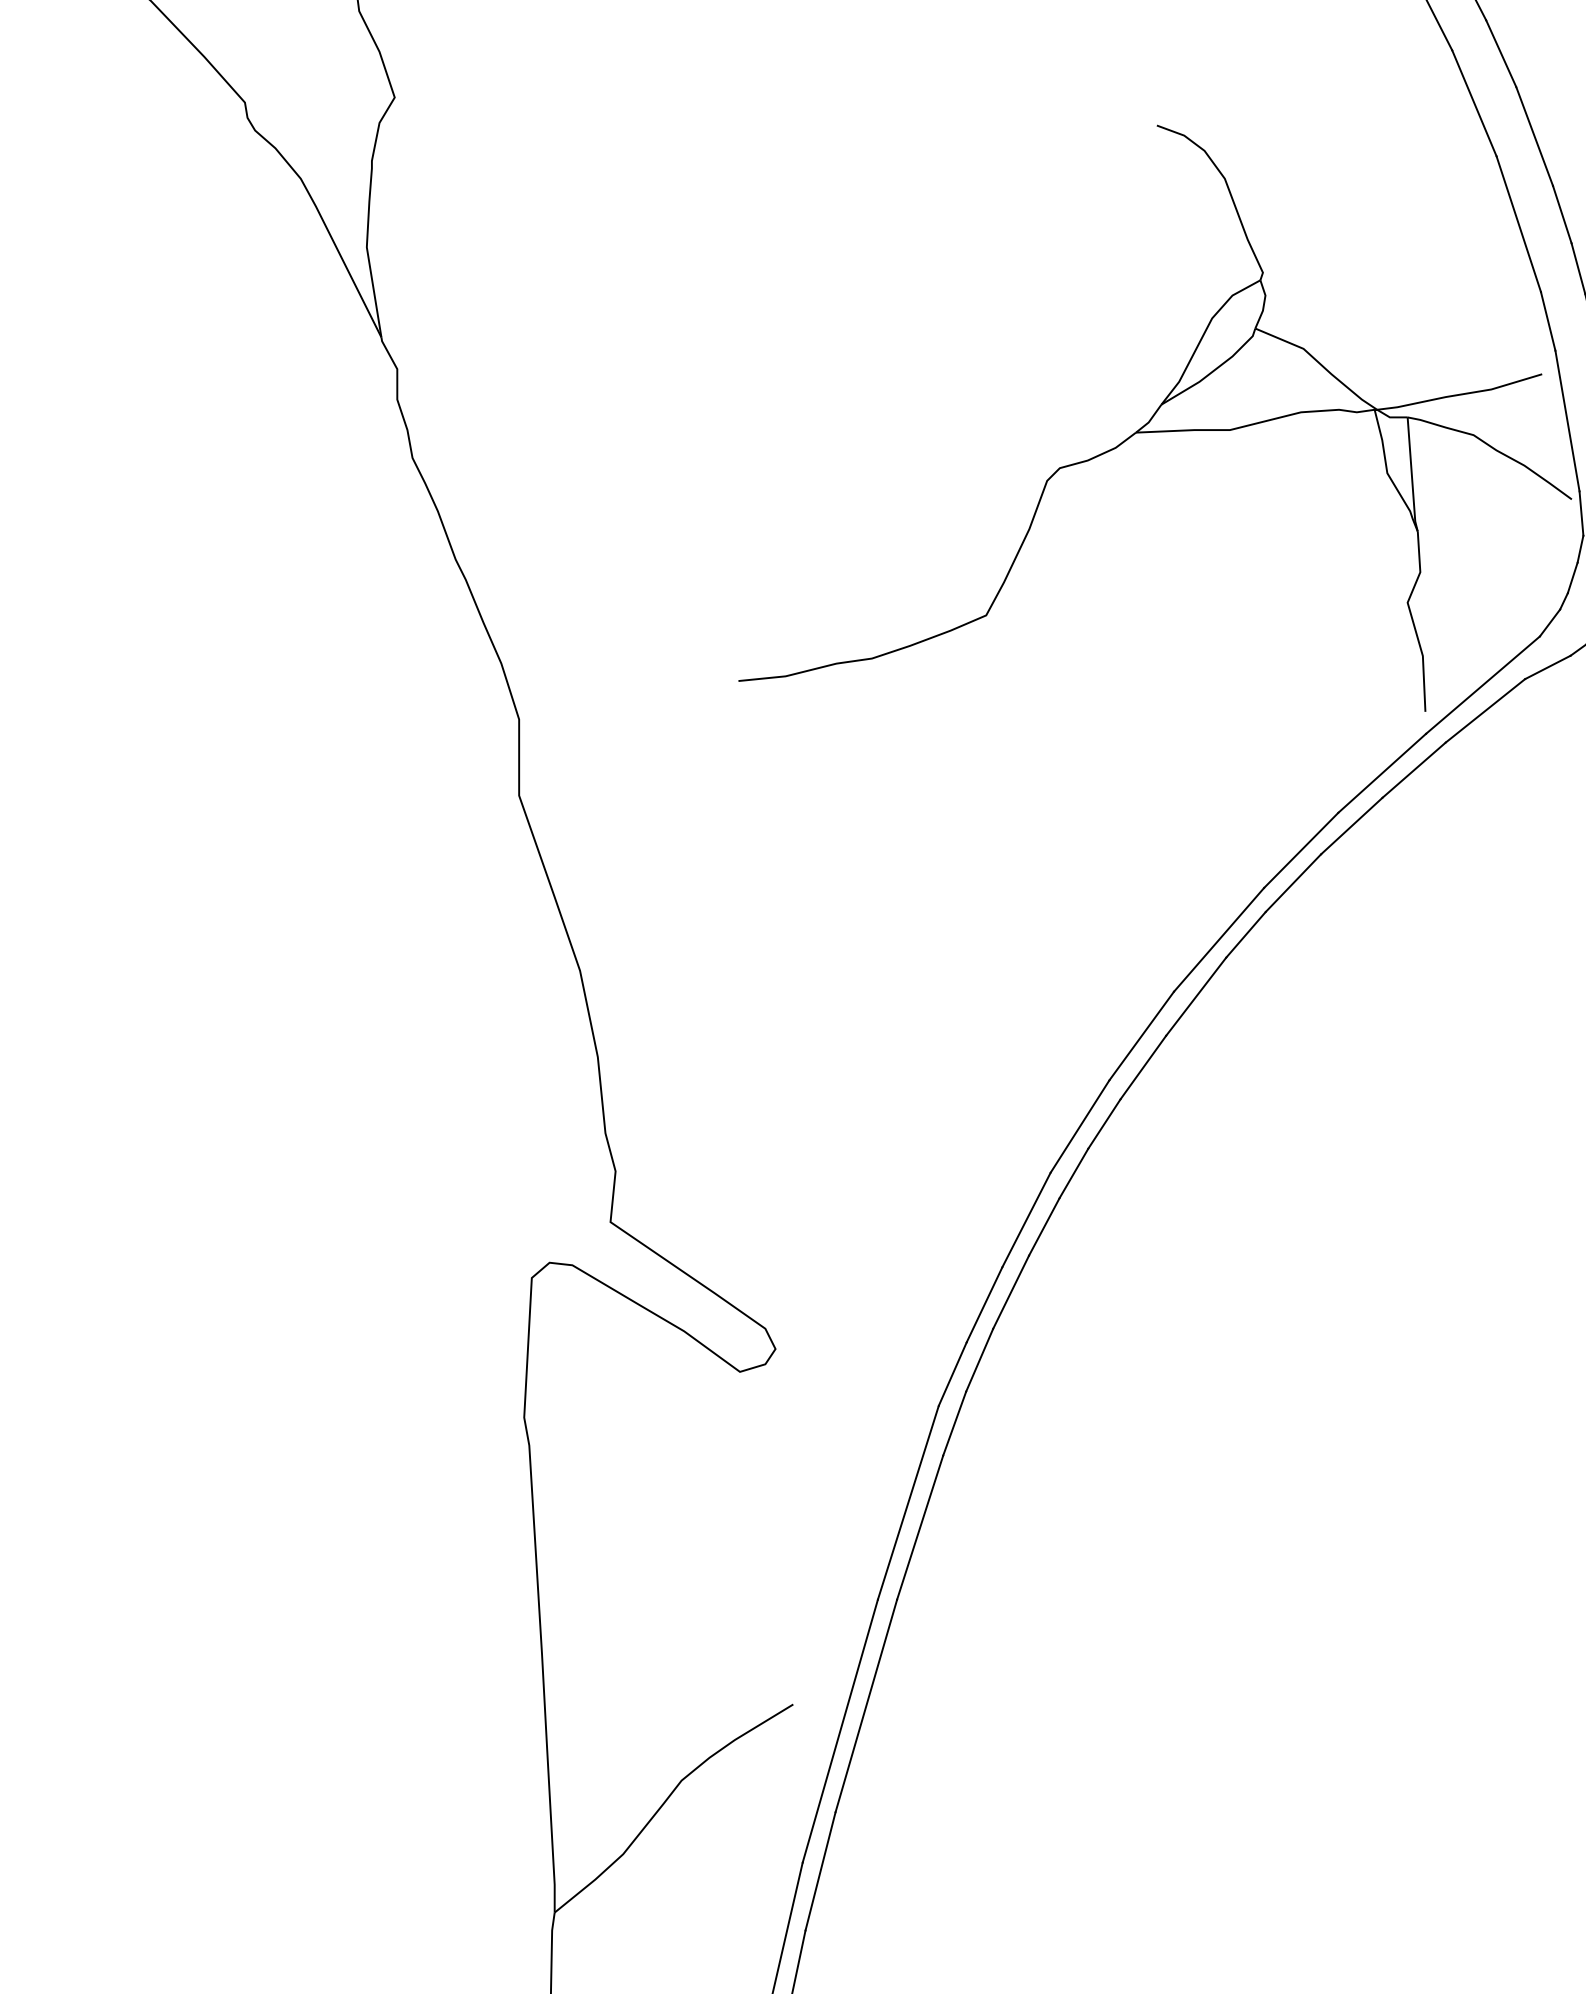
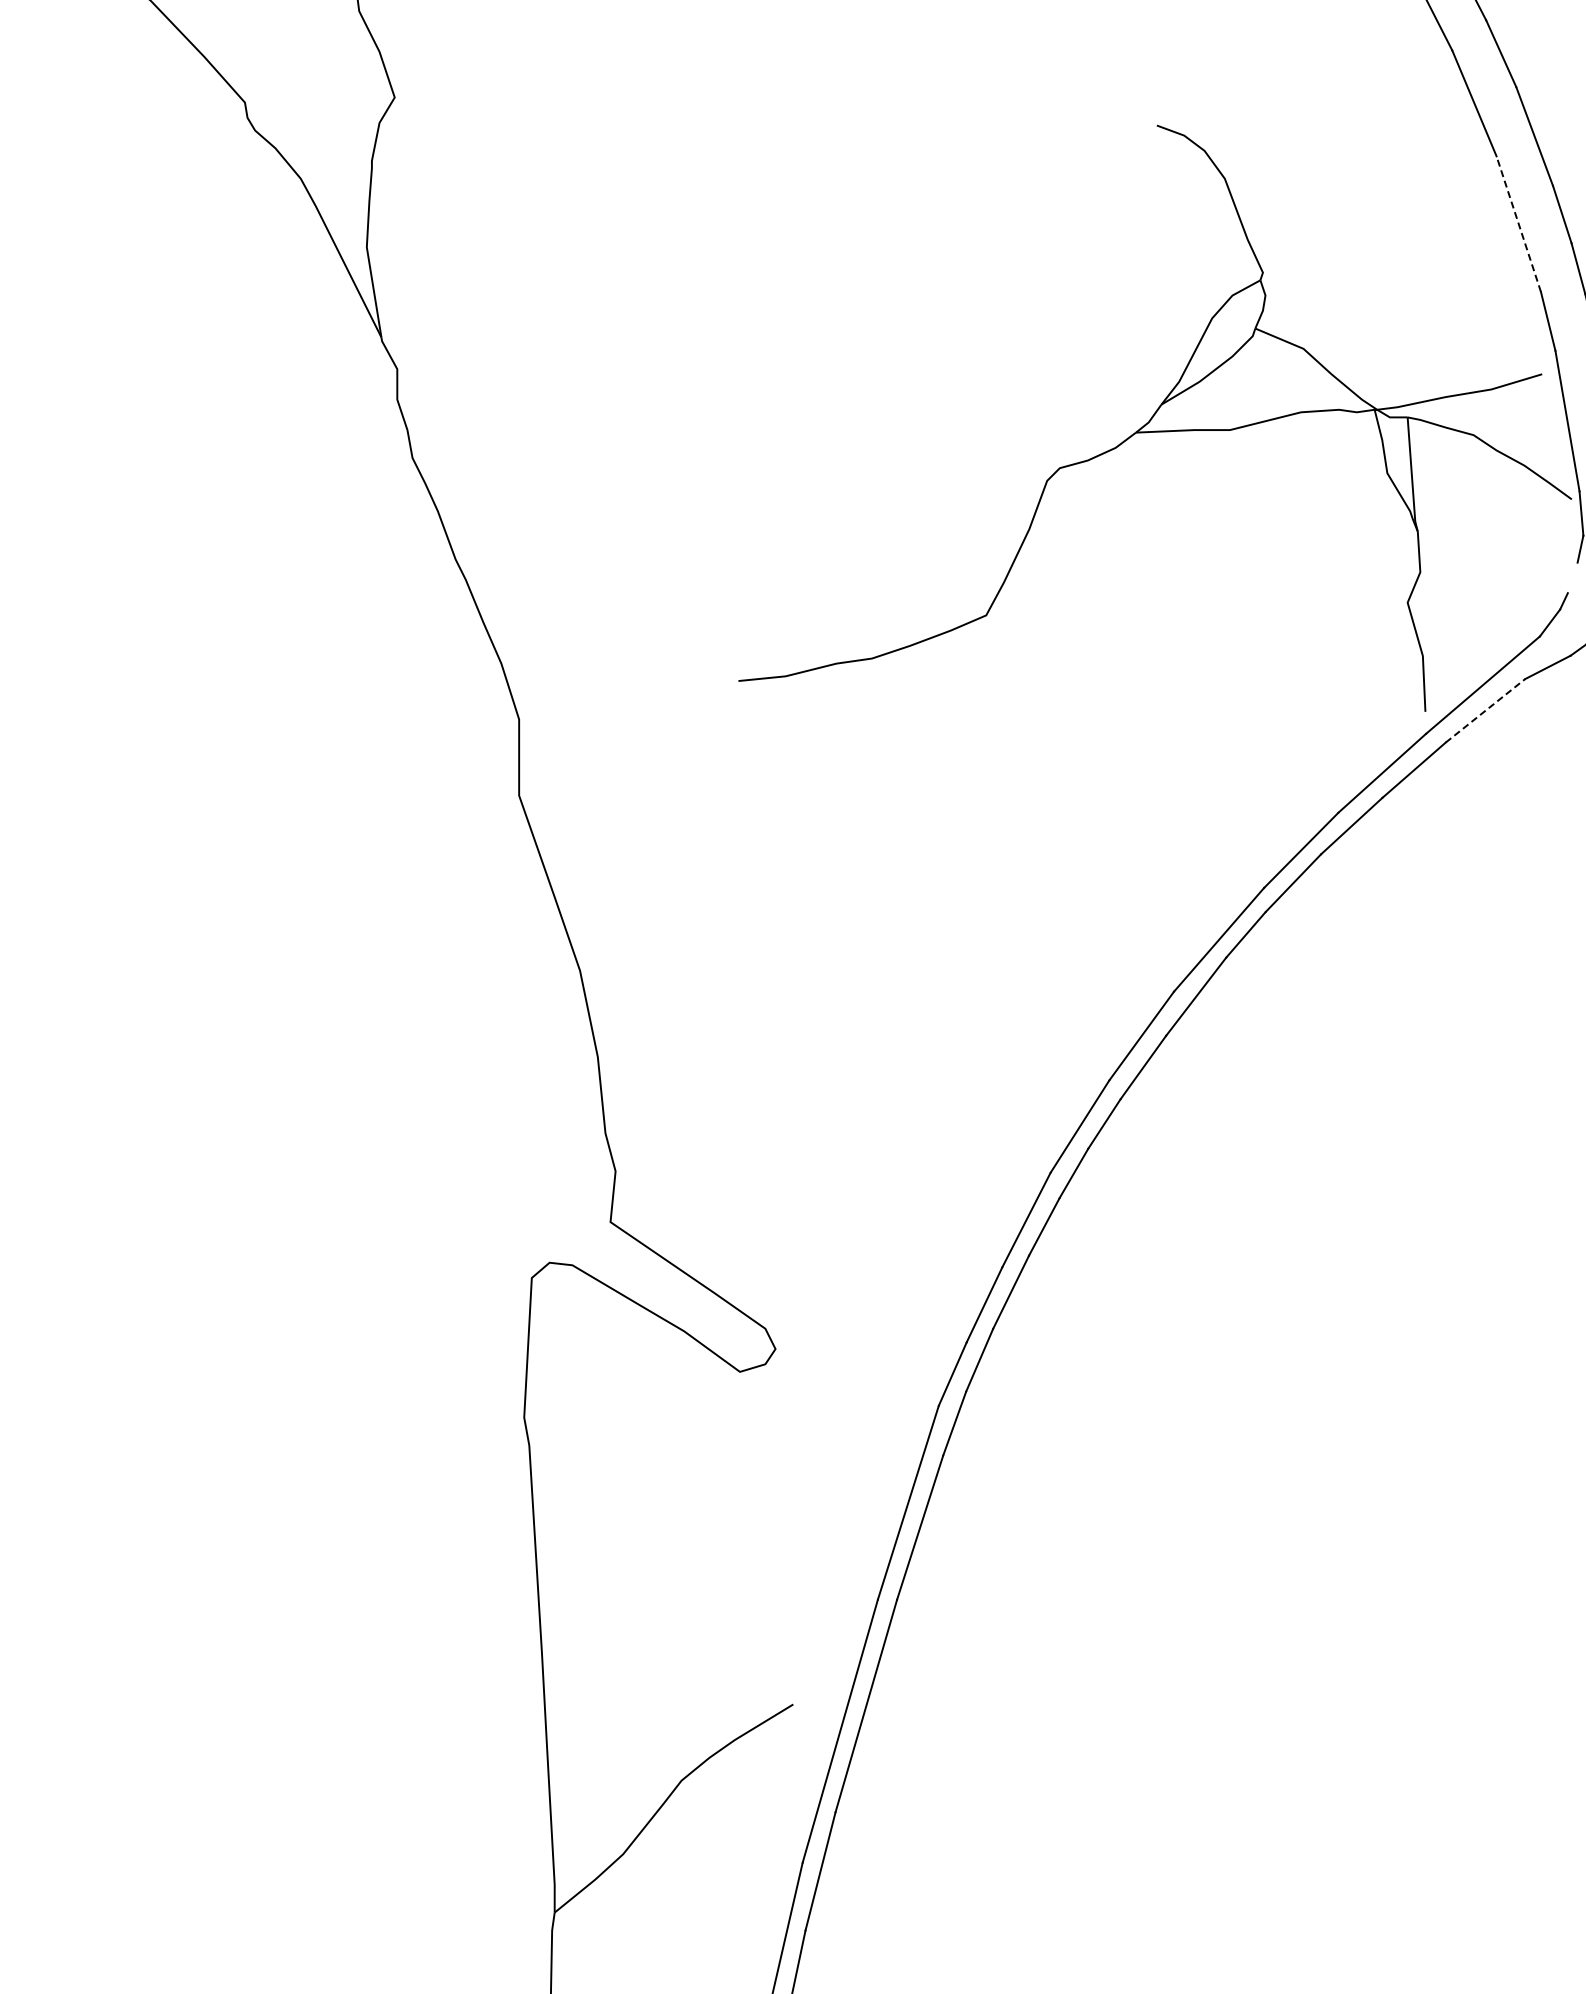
line at (1518, 223): solid -> dashed
line at (1572, 577): present -> none
line at (1485, 710): solid -> dashed
